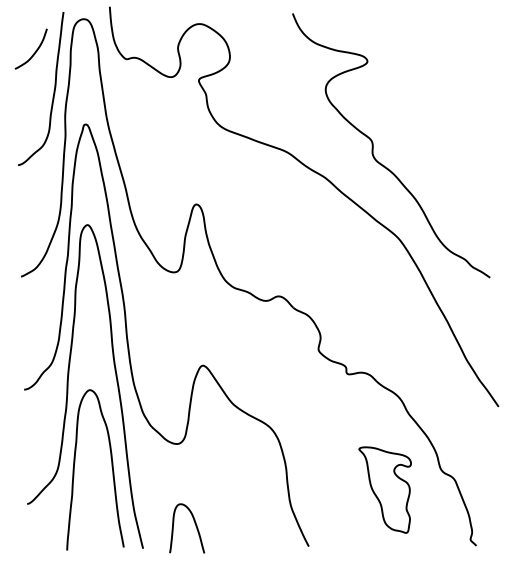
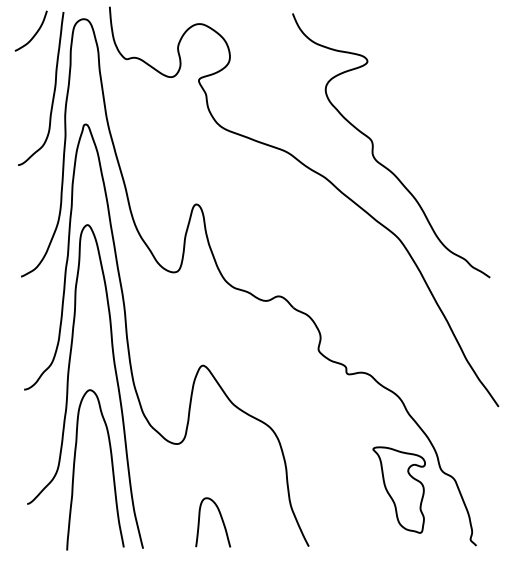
curve at (35, 50) position: (35, 50) -> (35, 32)
part at (384, 489) position: (384, 489) -> (398, 489)
curve at (195, 526) position: (195, 526) -> (221, 520)
